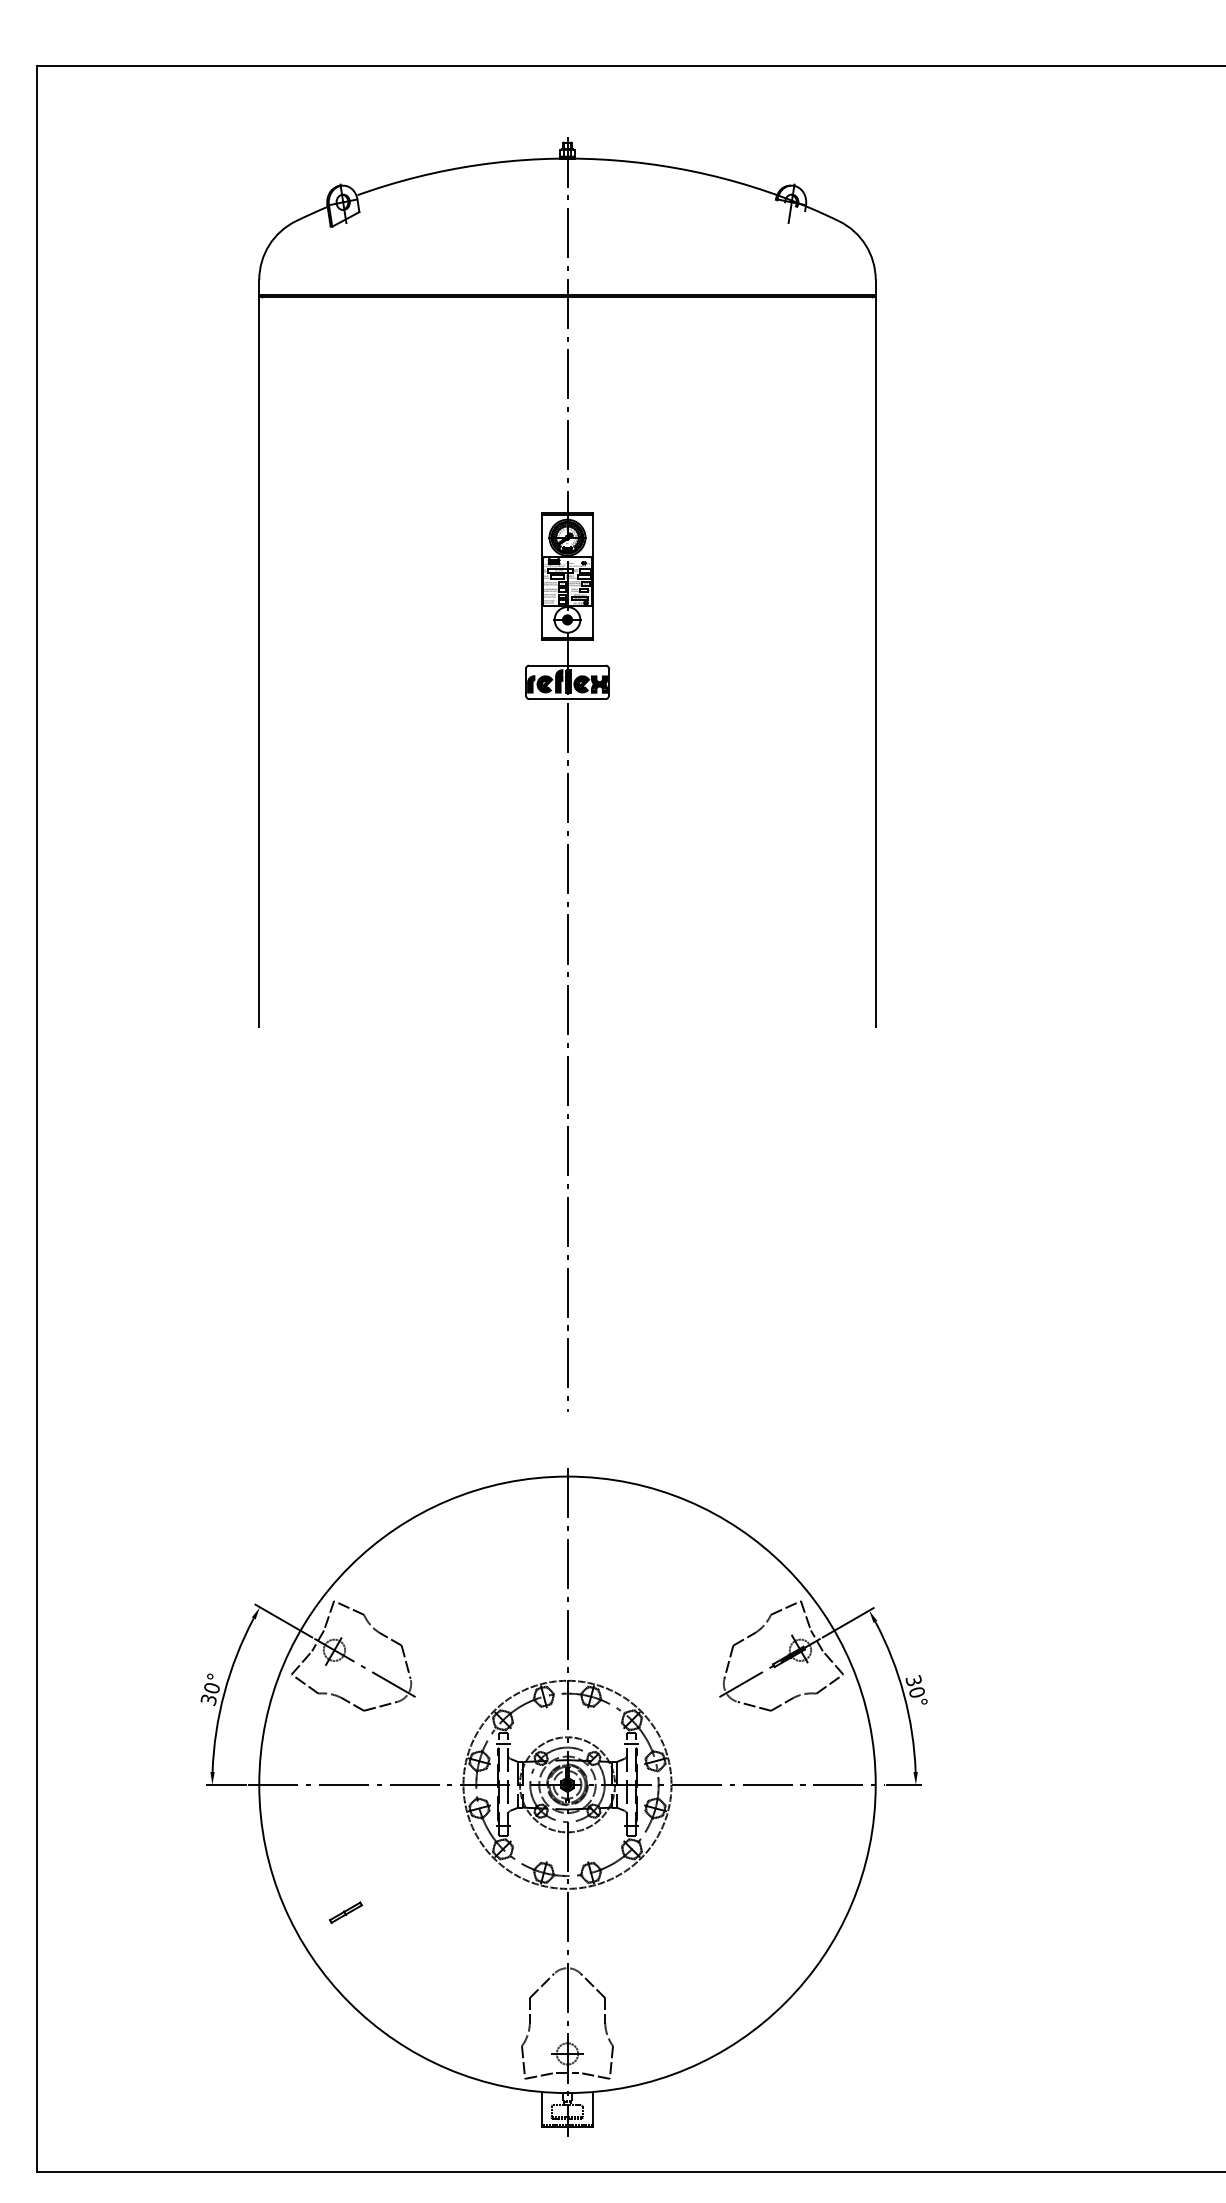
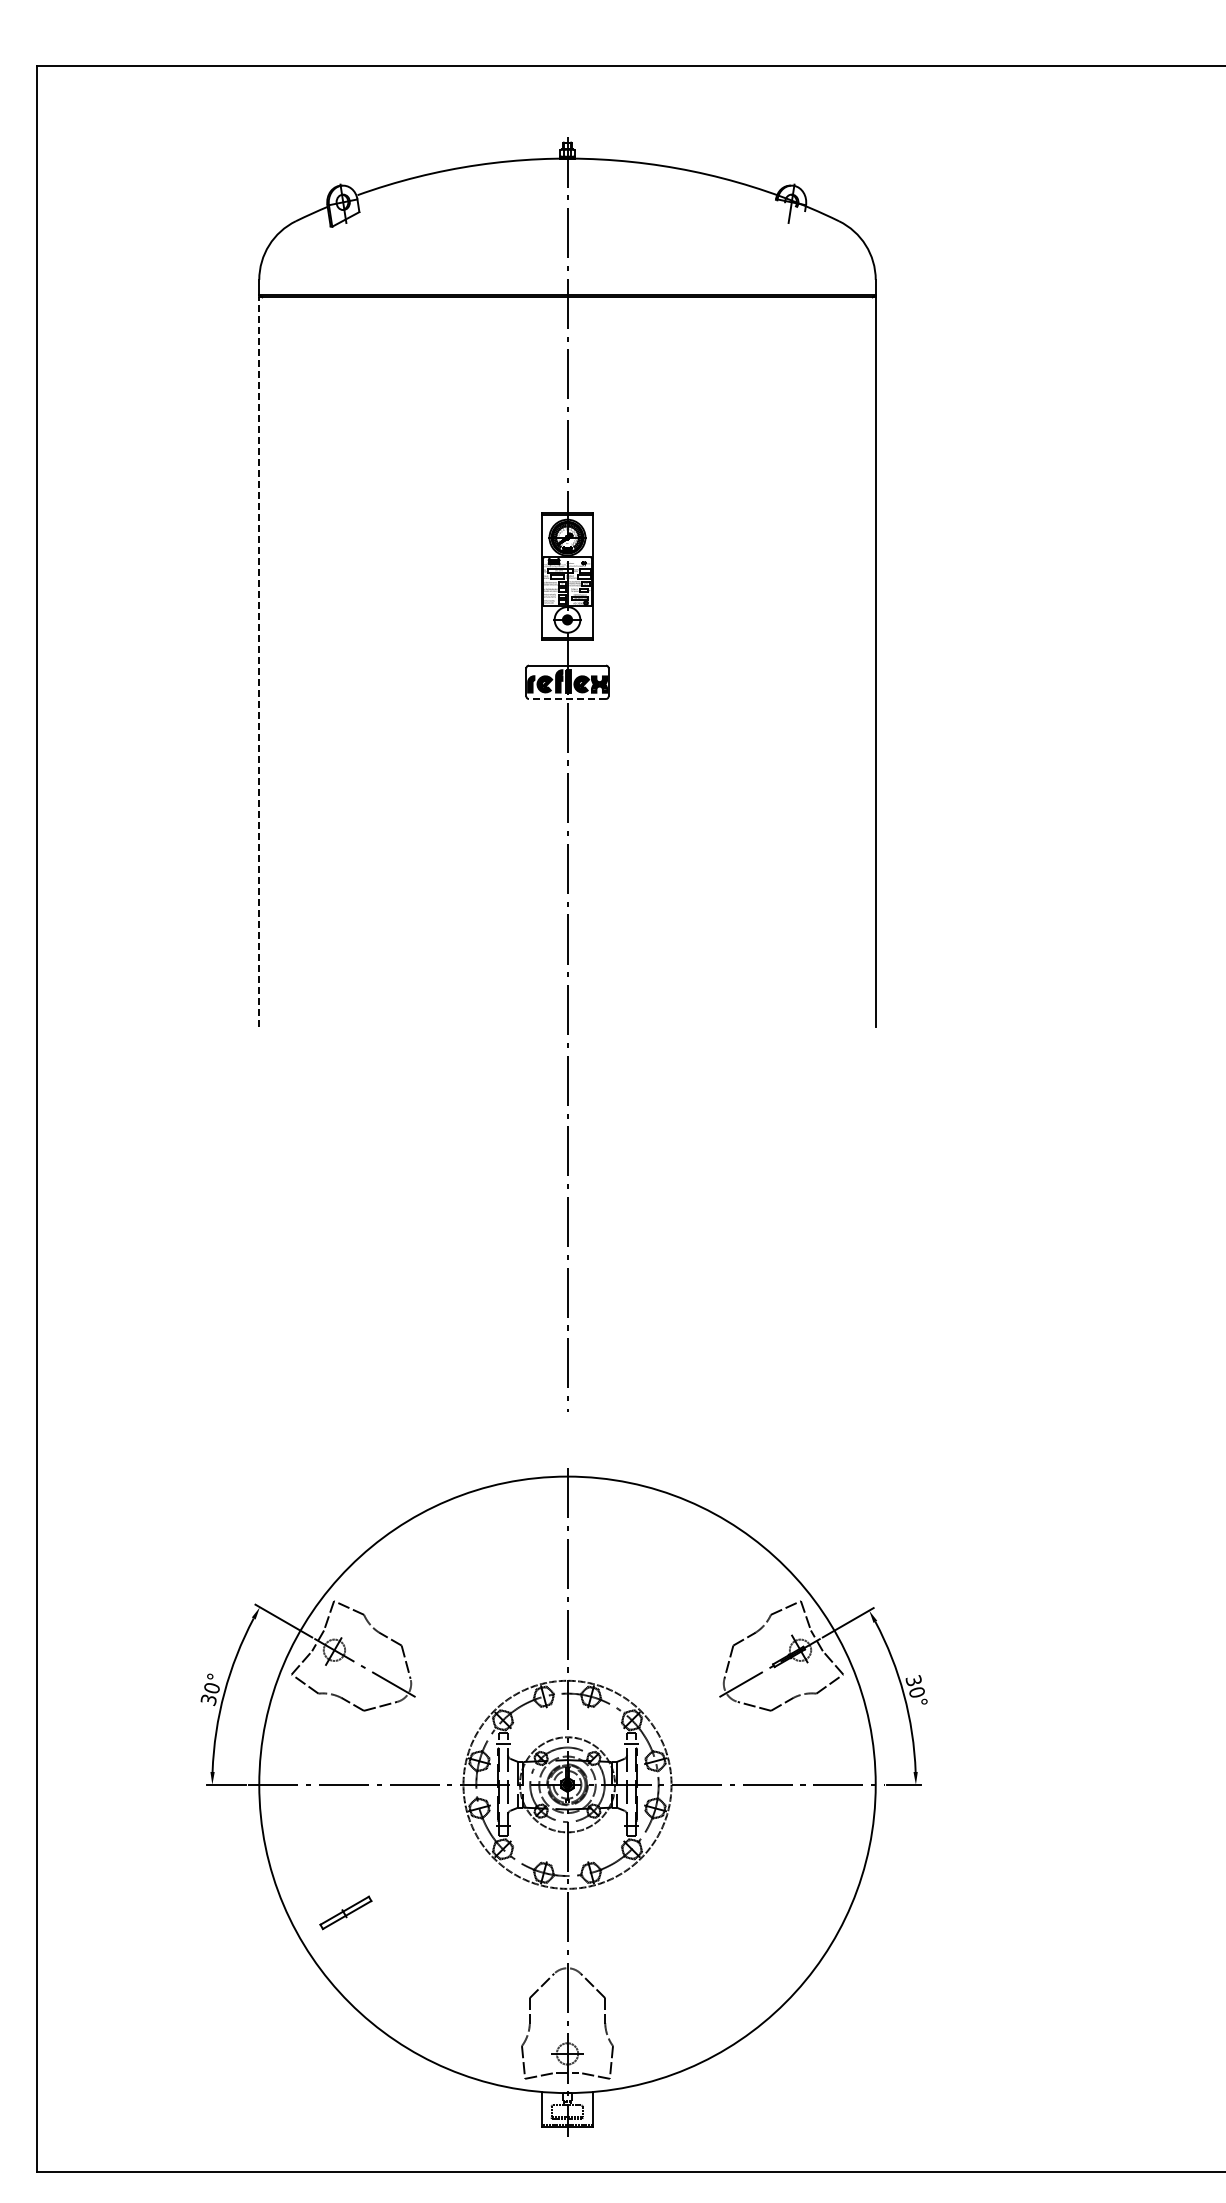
line at (259, 662): solid -> dashed
line at (567, 699): solid -> dashed
part at (345, 1912) size: 34x23 px -> 54x36 px
